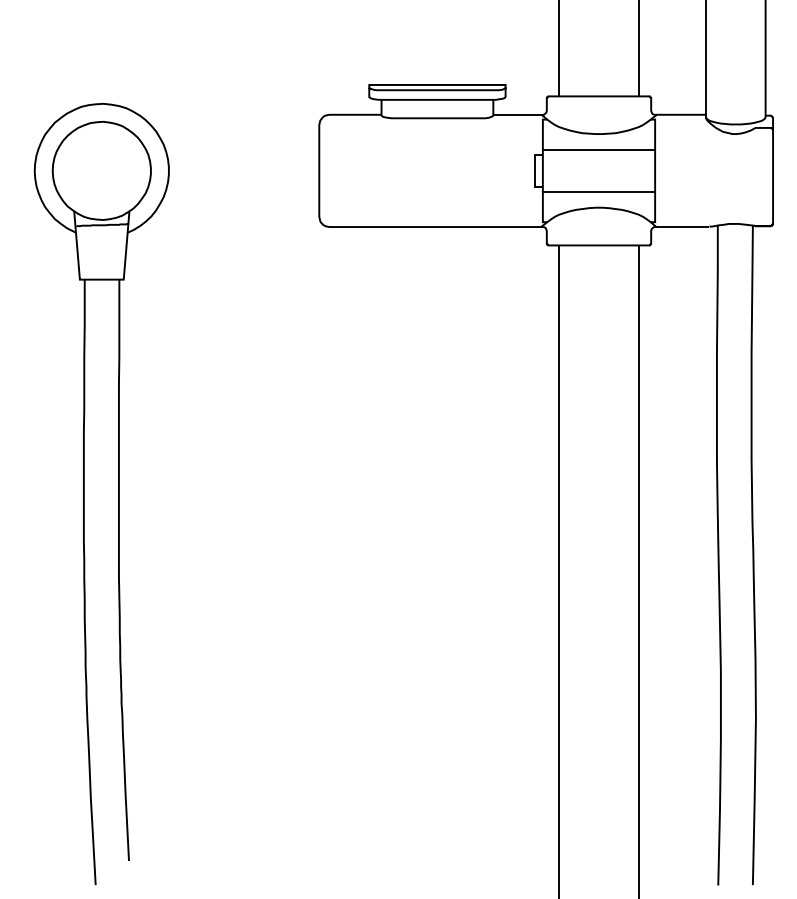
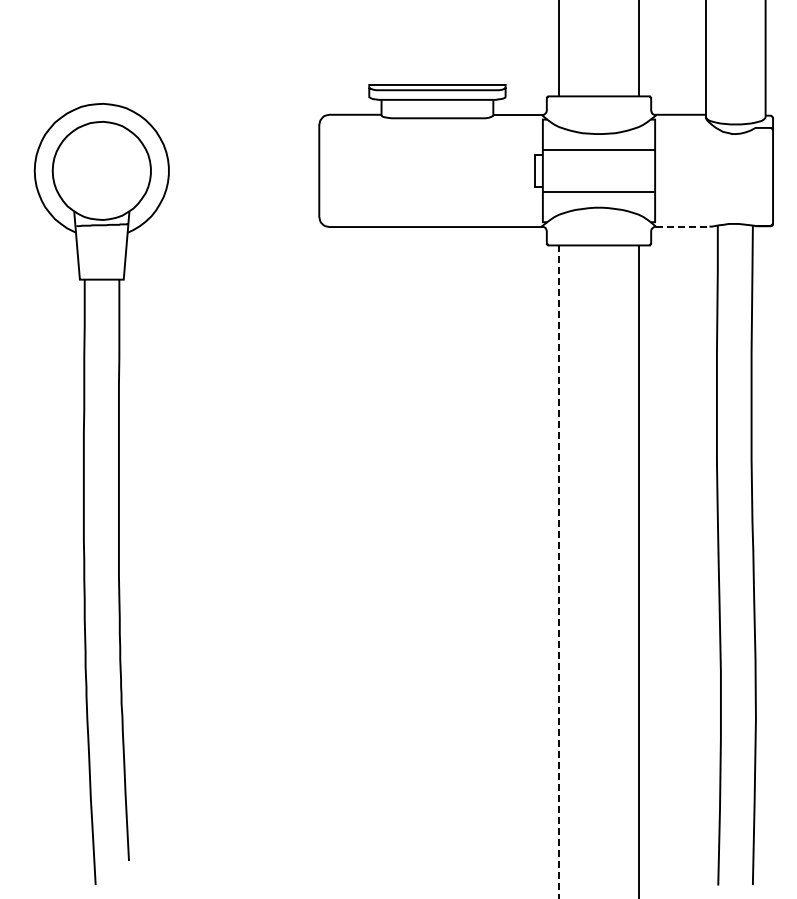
line at (682, 227): solid -> dashed
line at (559, 572): solid -> dashed
